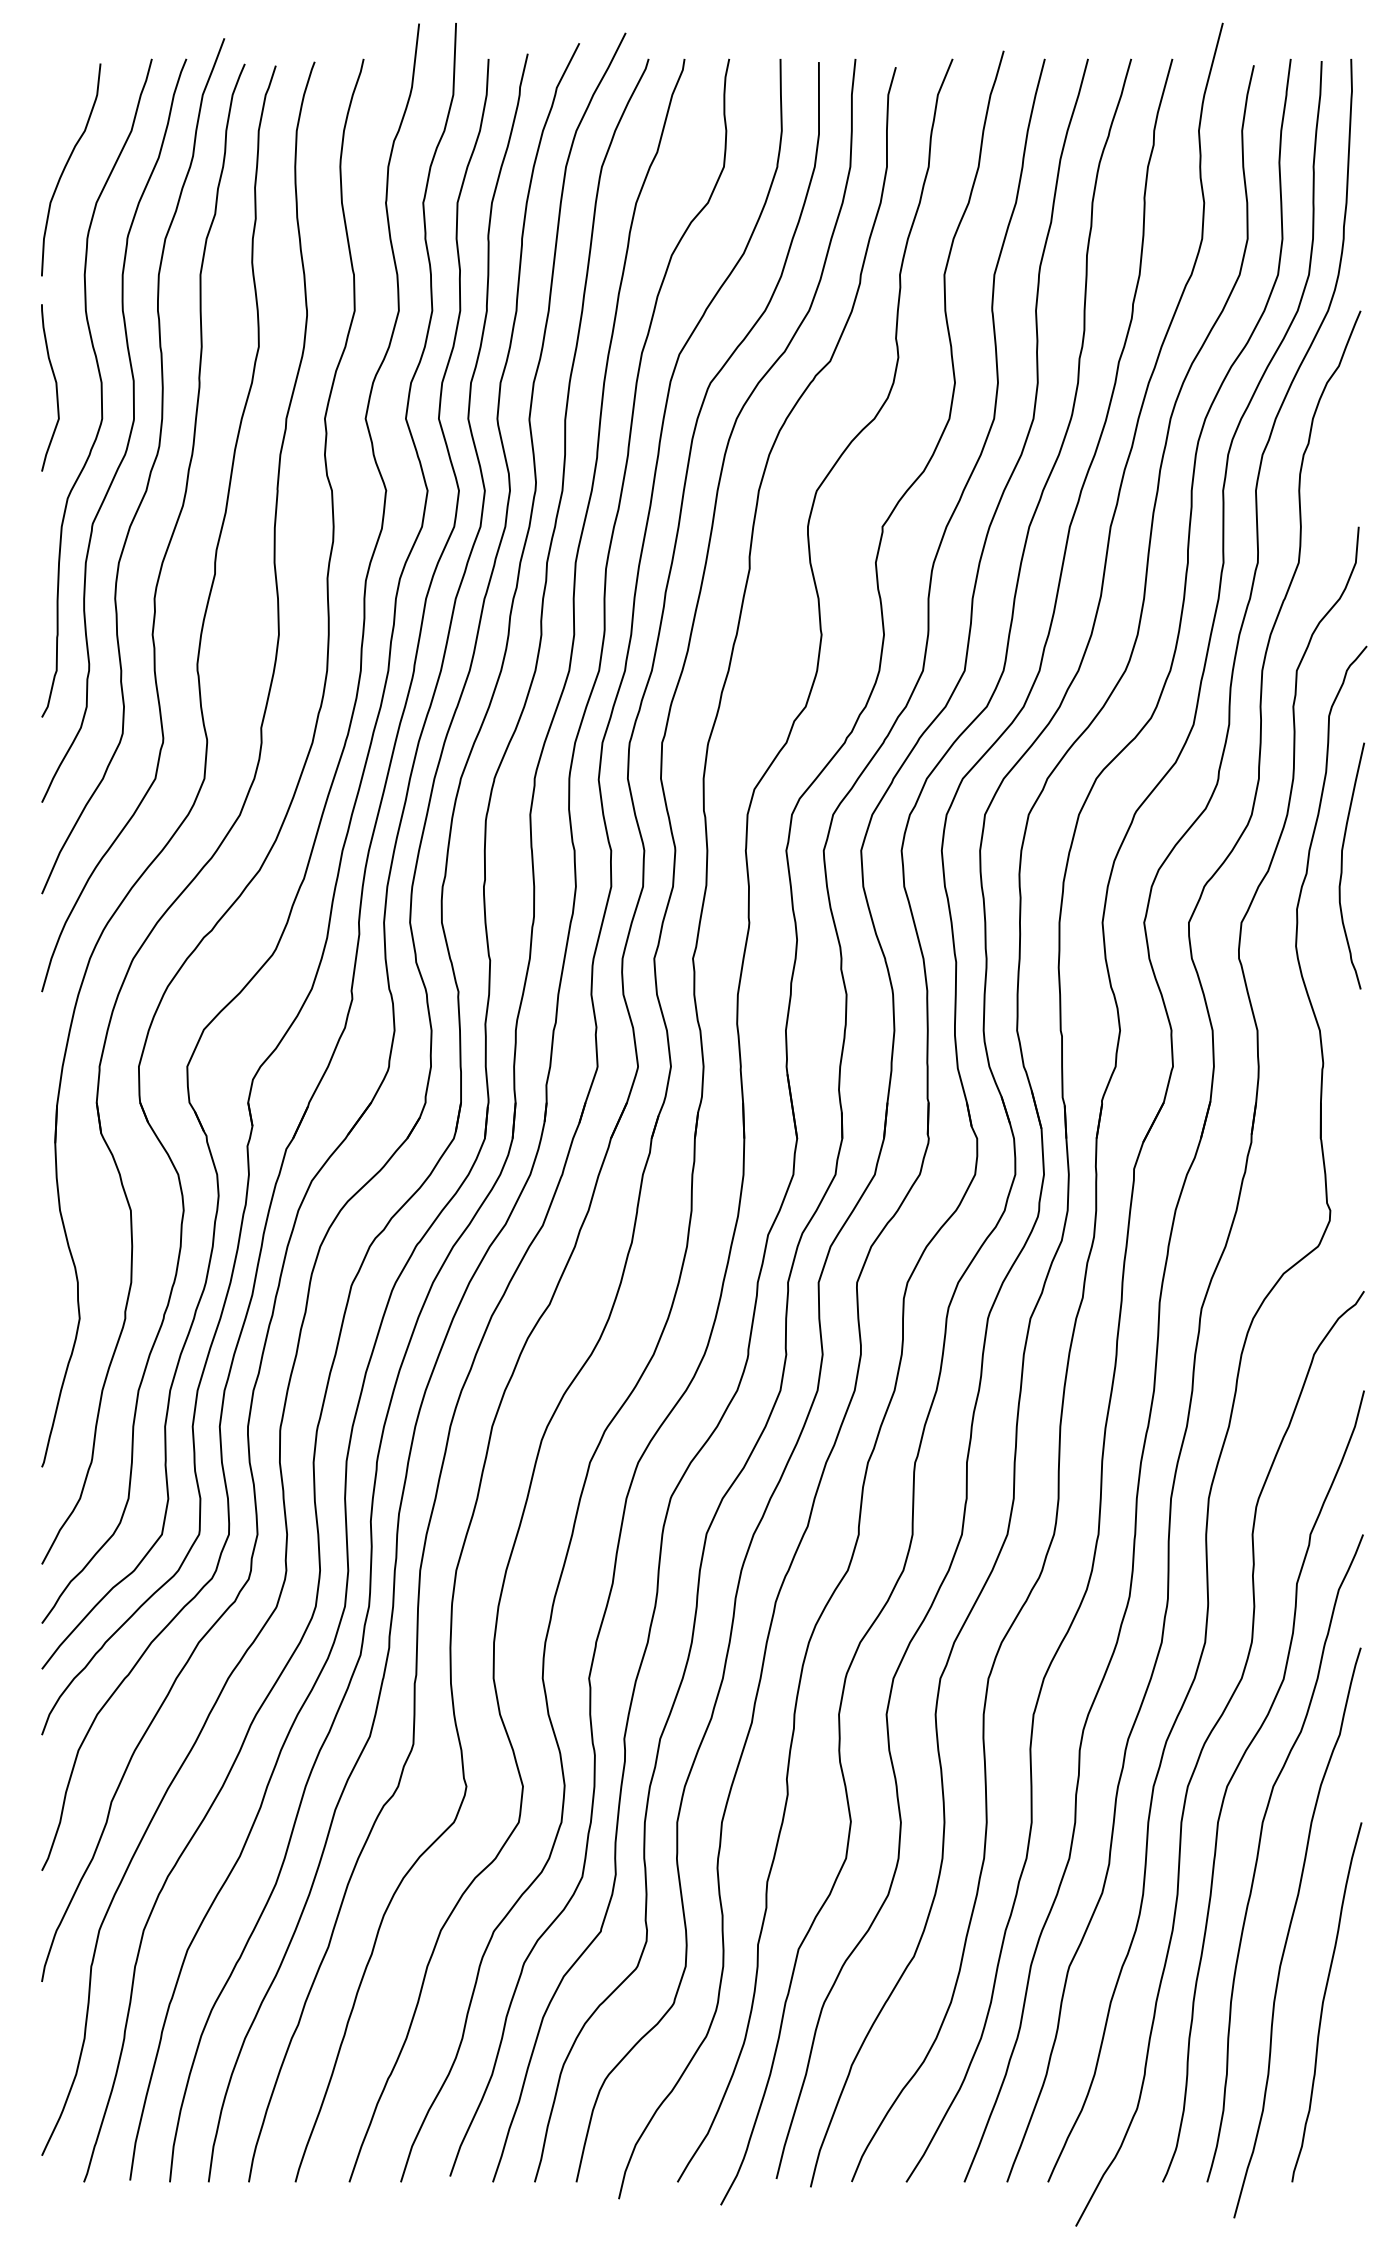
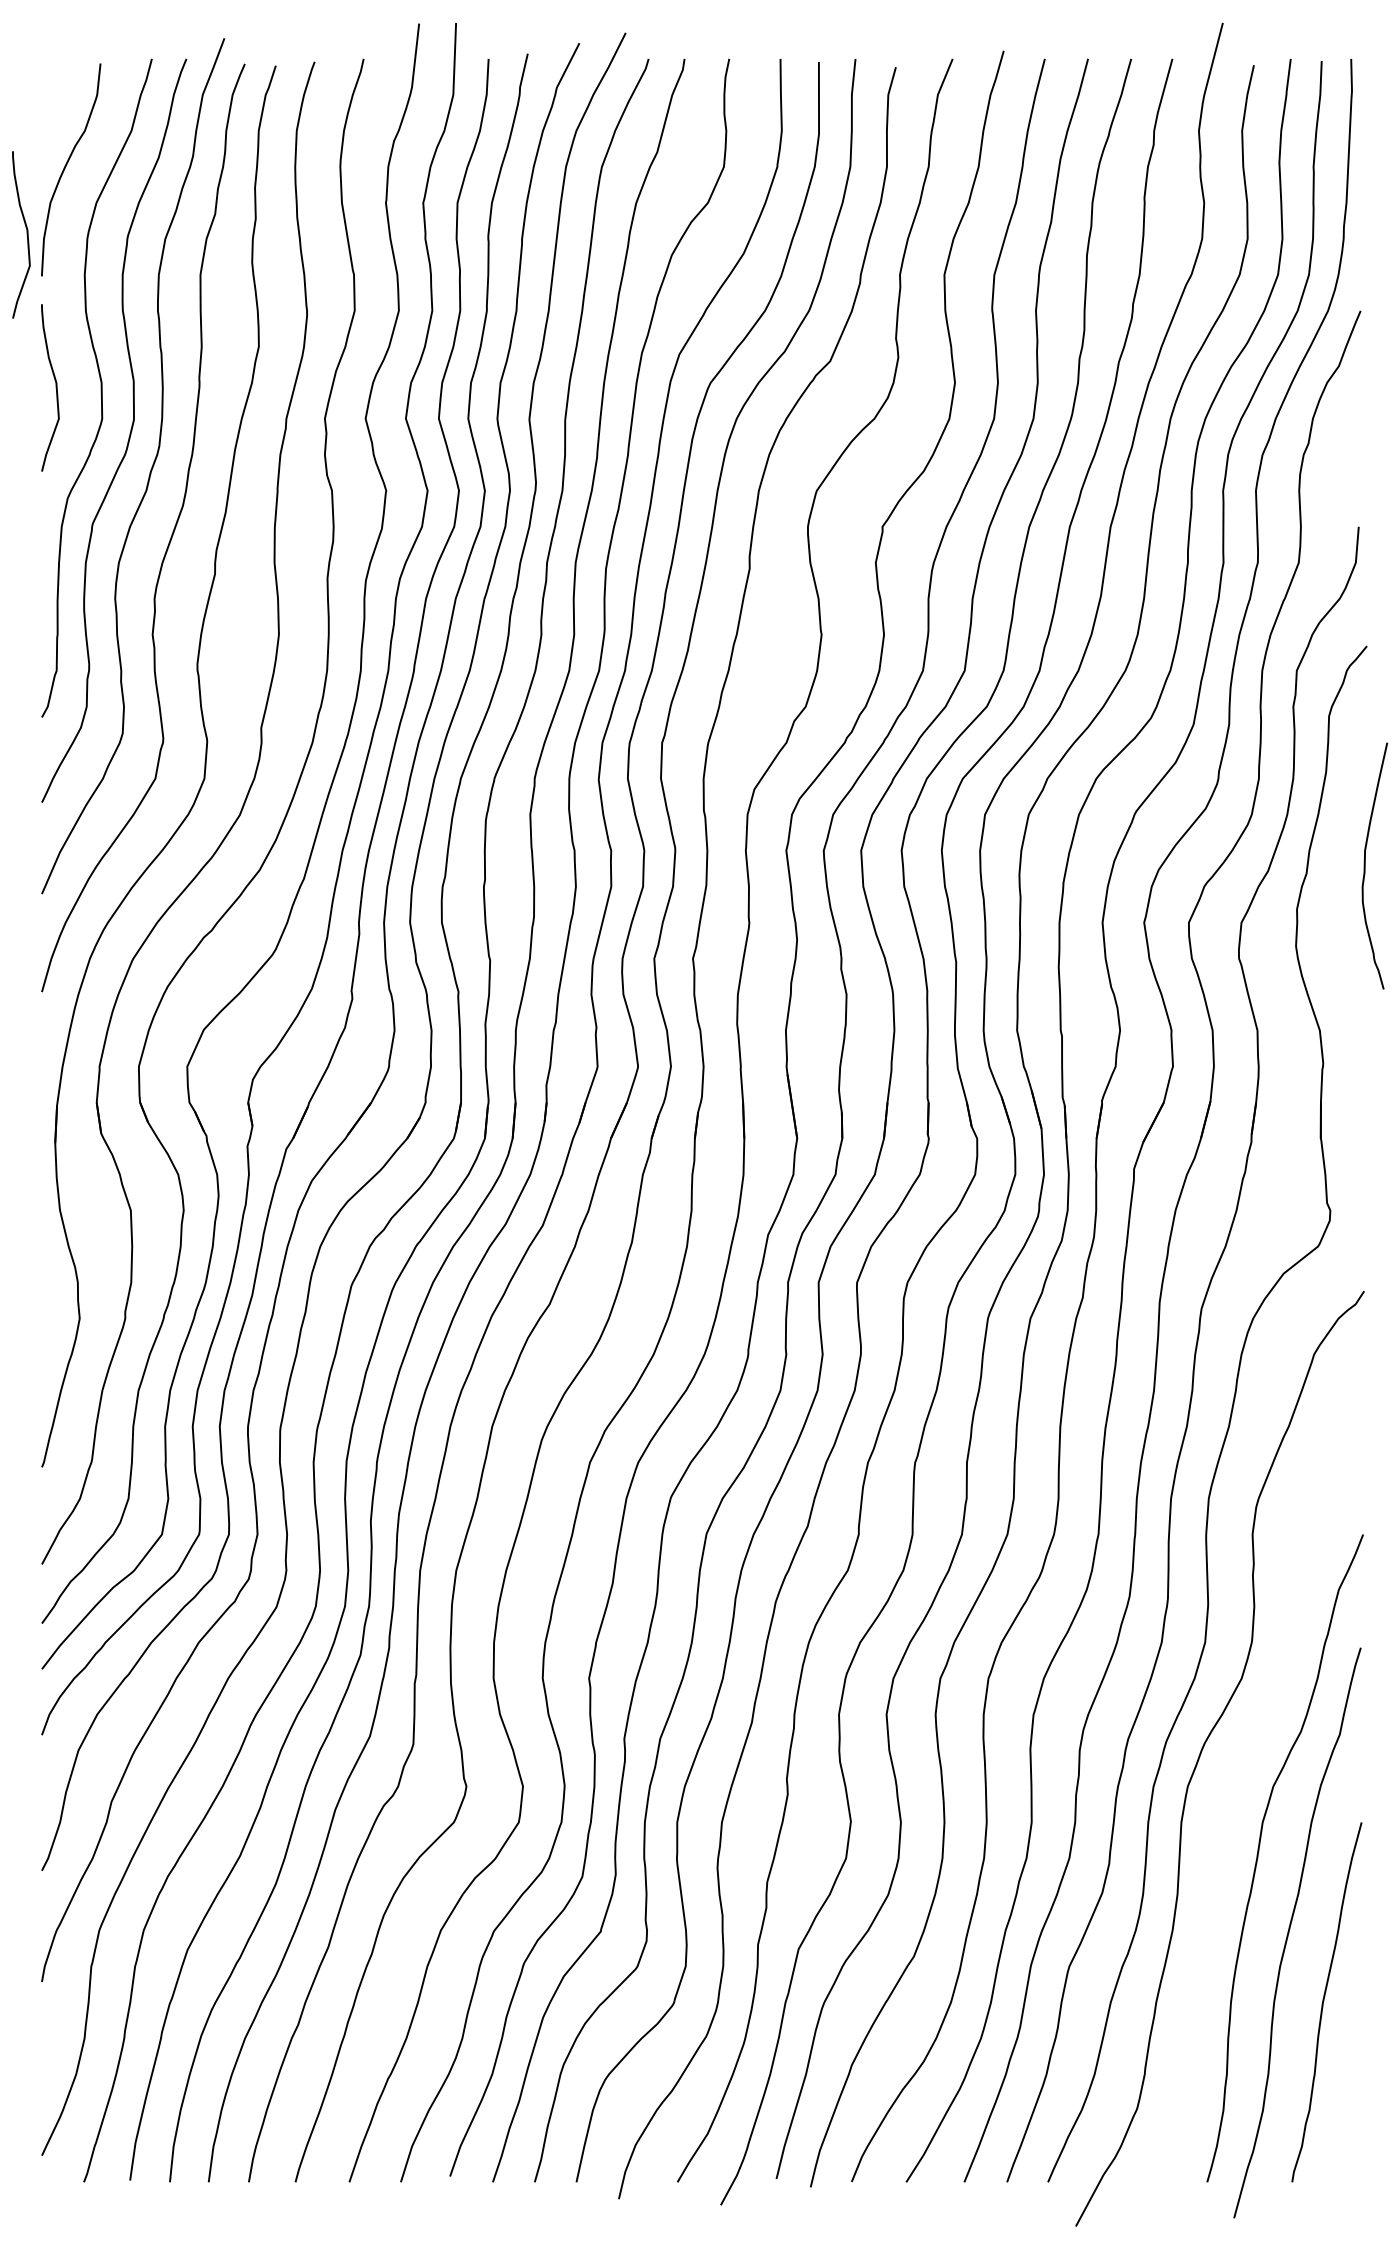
curve at (26, 234): none -> present
curve at (1342, 865) position: (1342, 865) -> (1365, 865)
curve at (1236, 1771): present -> none
